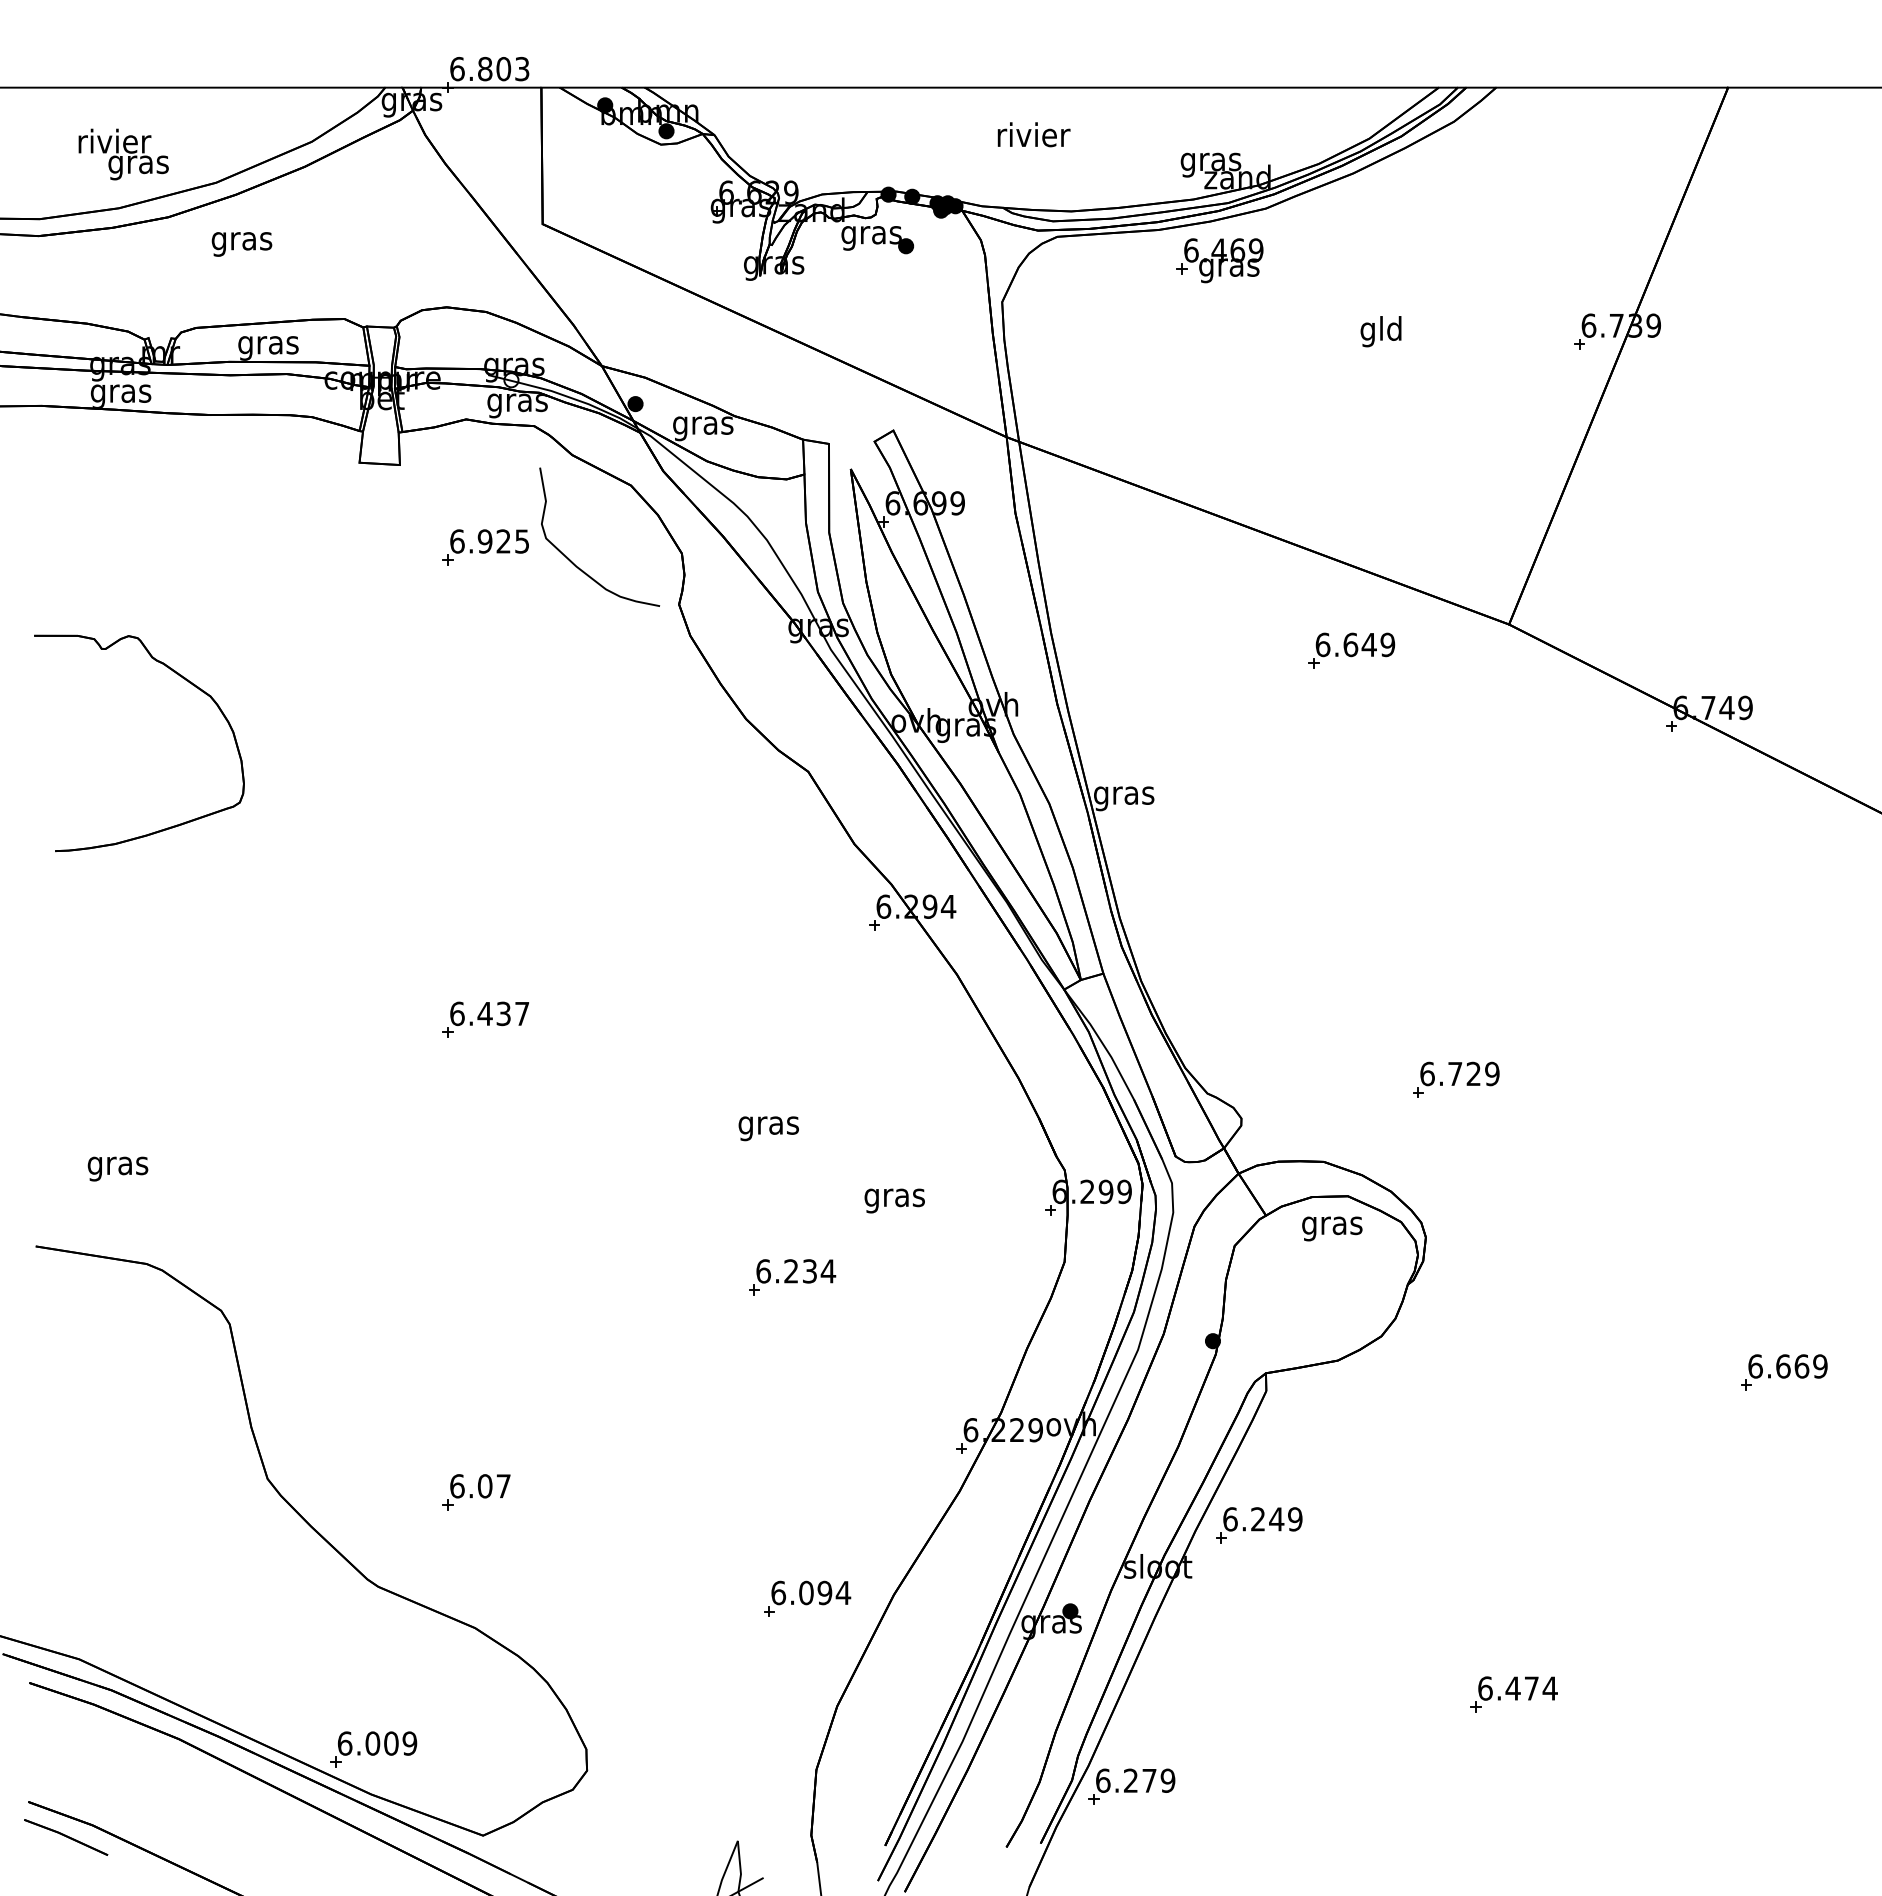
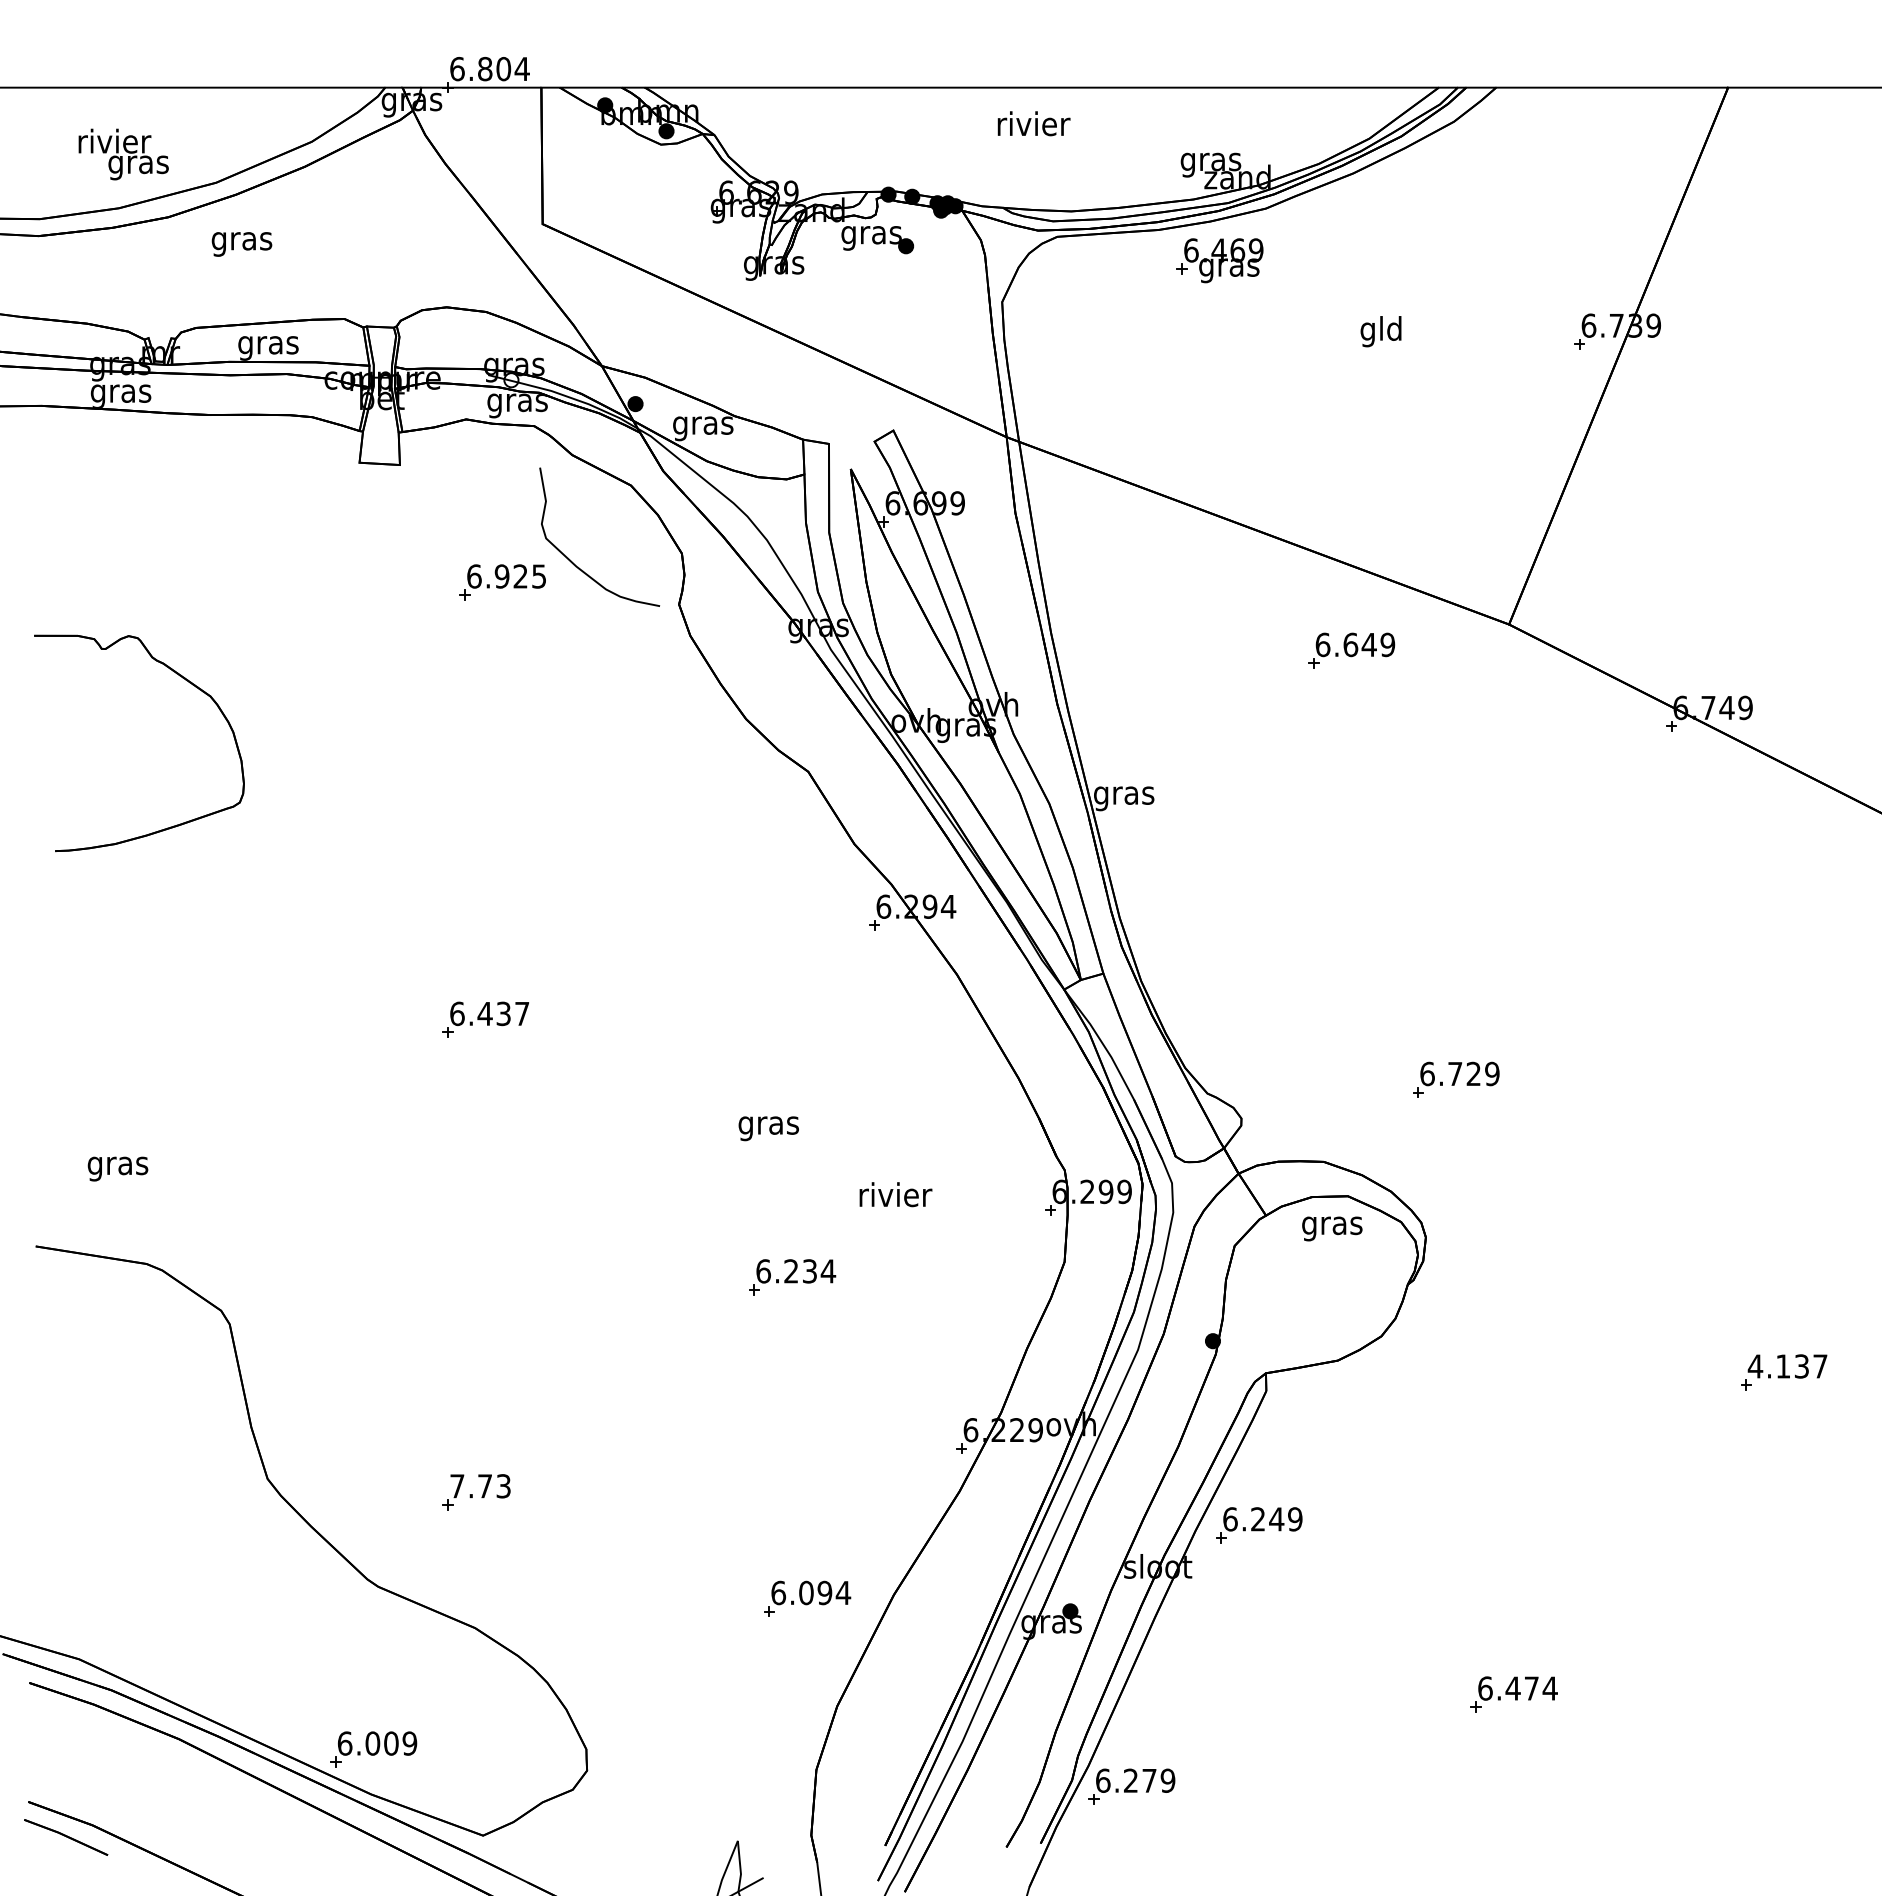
text at (521, 68): 6.803 -> 6.804
text at (1033, 134) position: (1033, 134) -> (1033, 123)
part at (485, 547) position: (485, 547) -> (502, 582)
text at (895, 1197): gras -> rivier
text at (1787, 1366): 6.669 -> 4.137
text at (480, 1486): 6.07 -> 7.73
